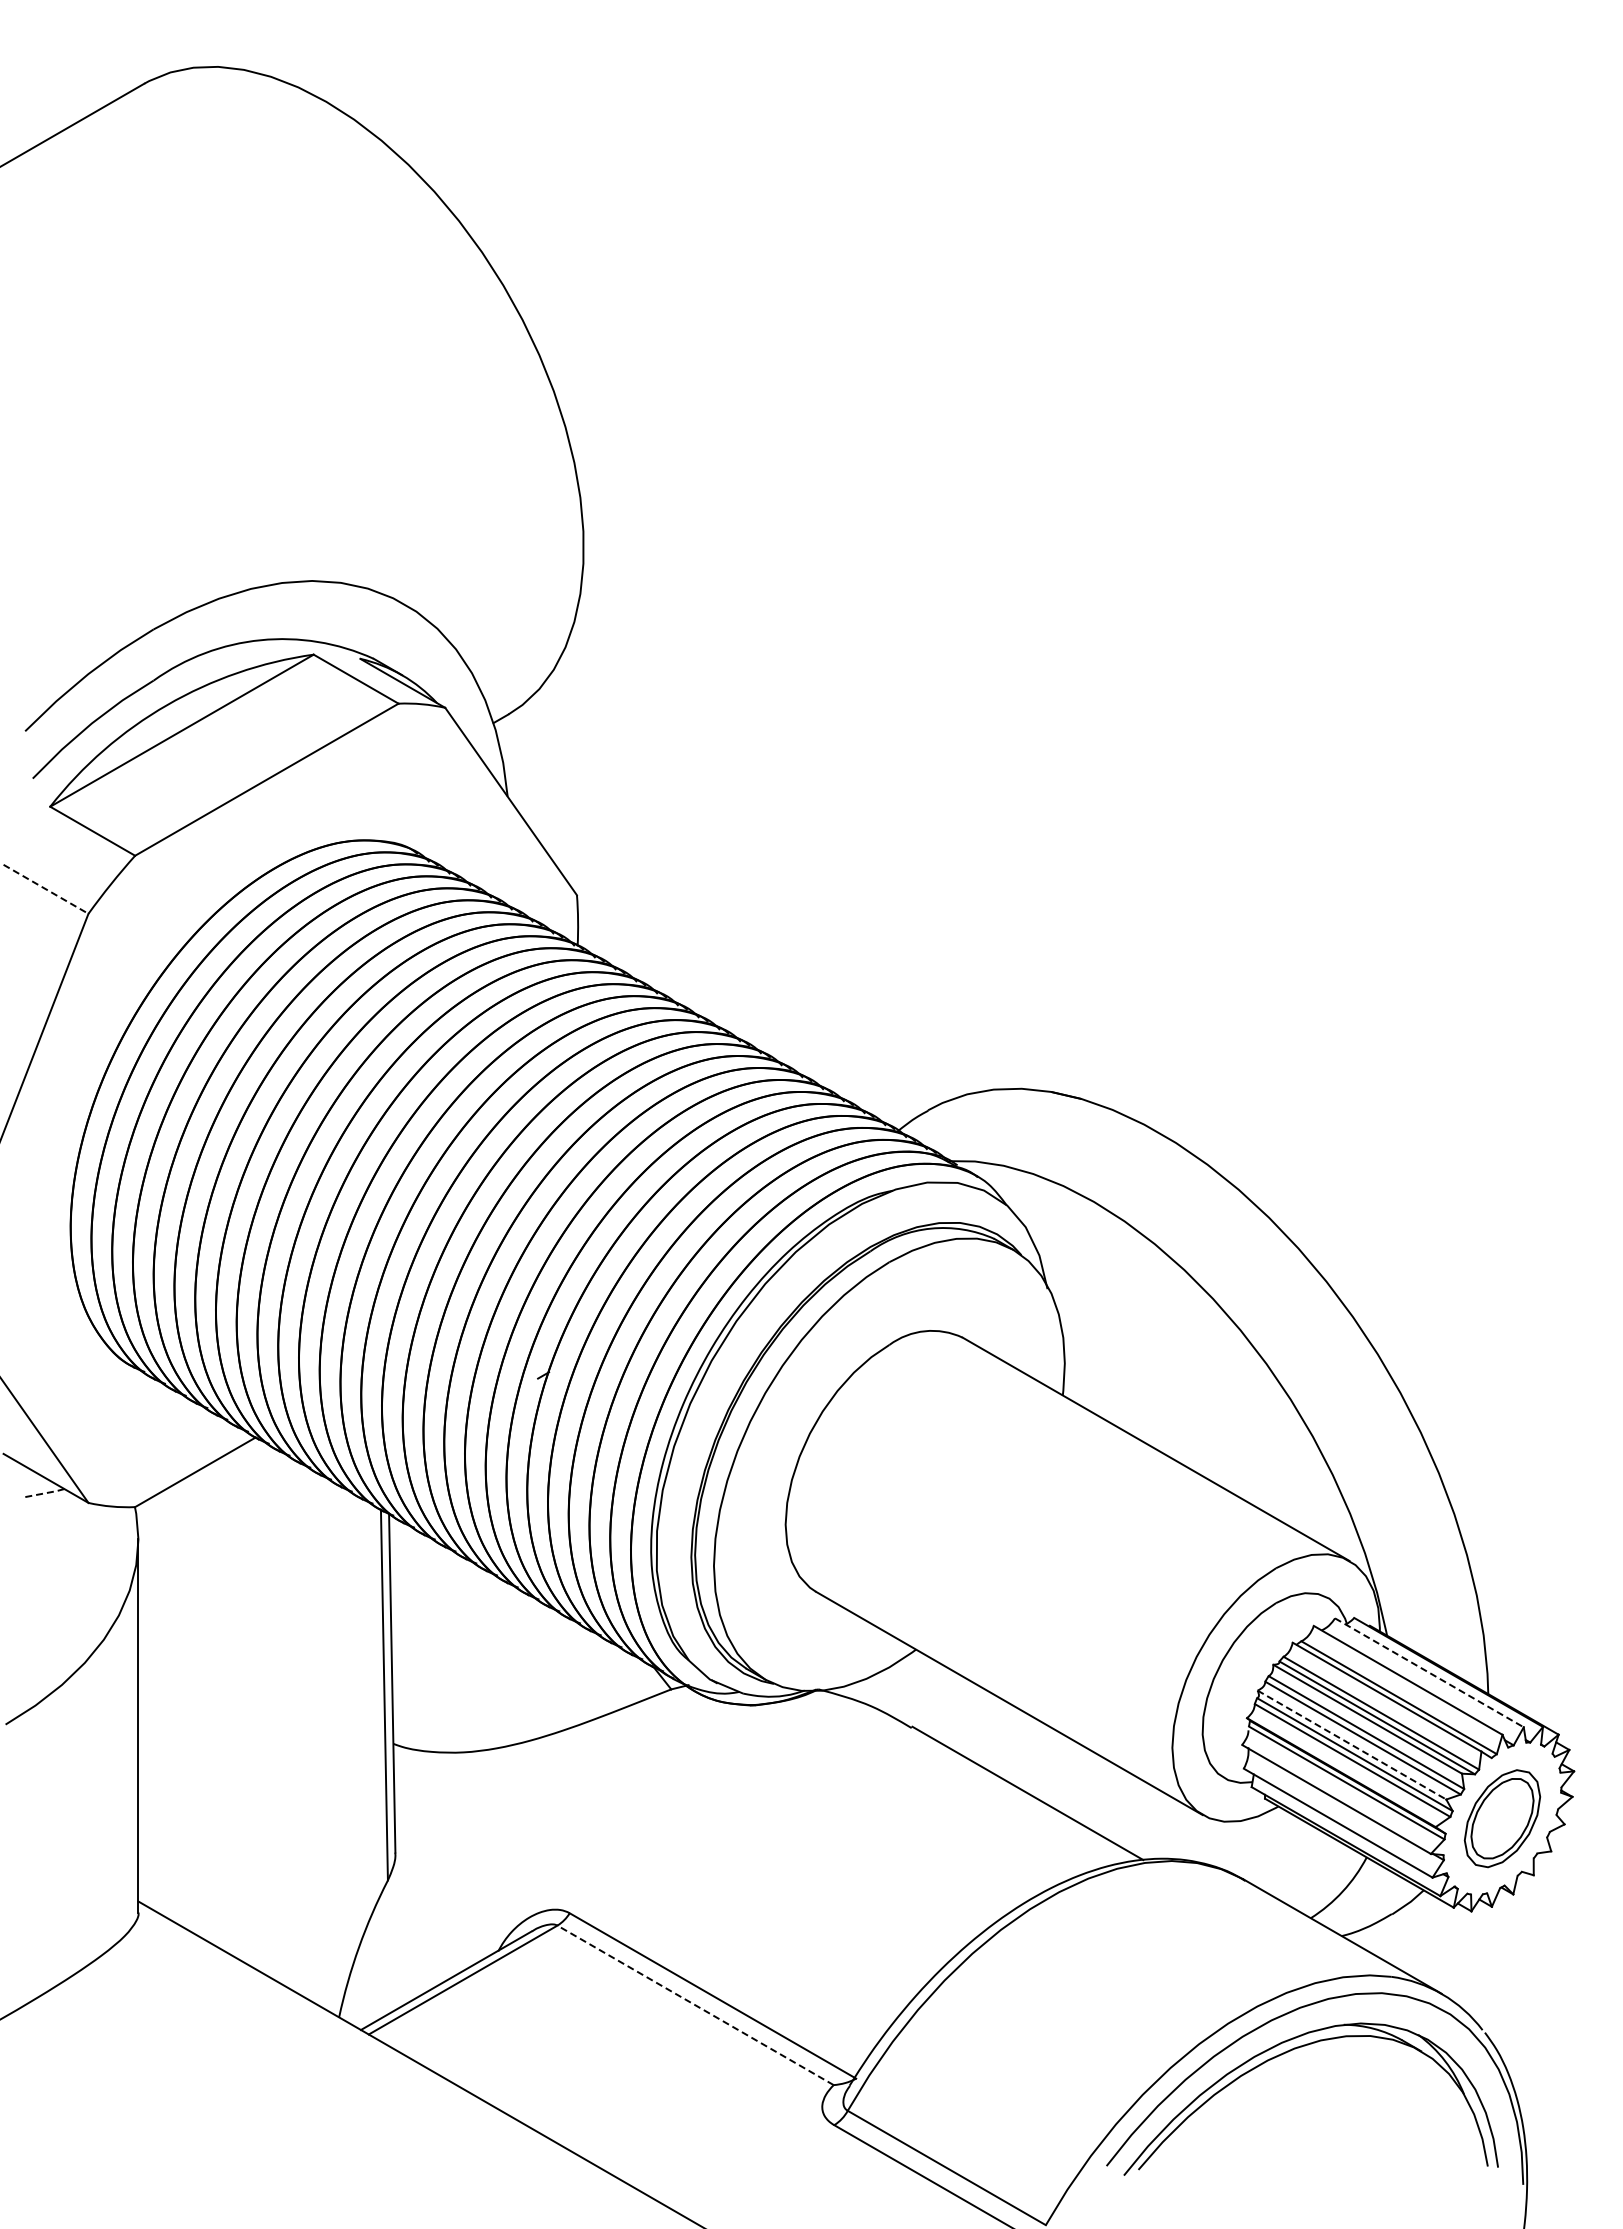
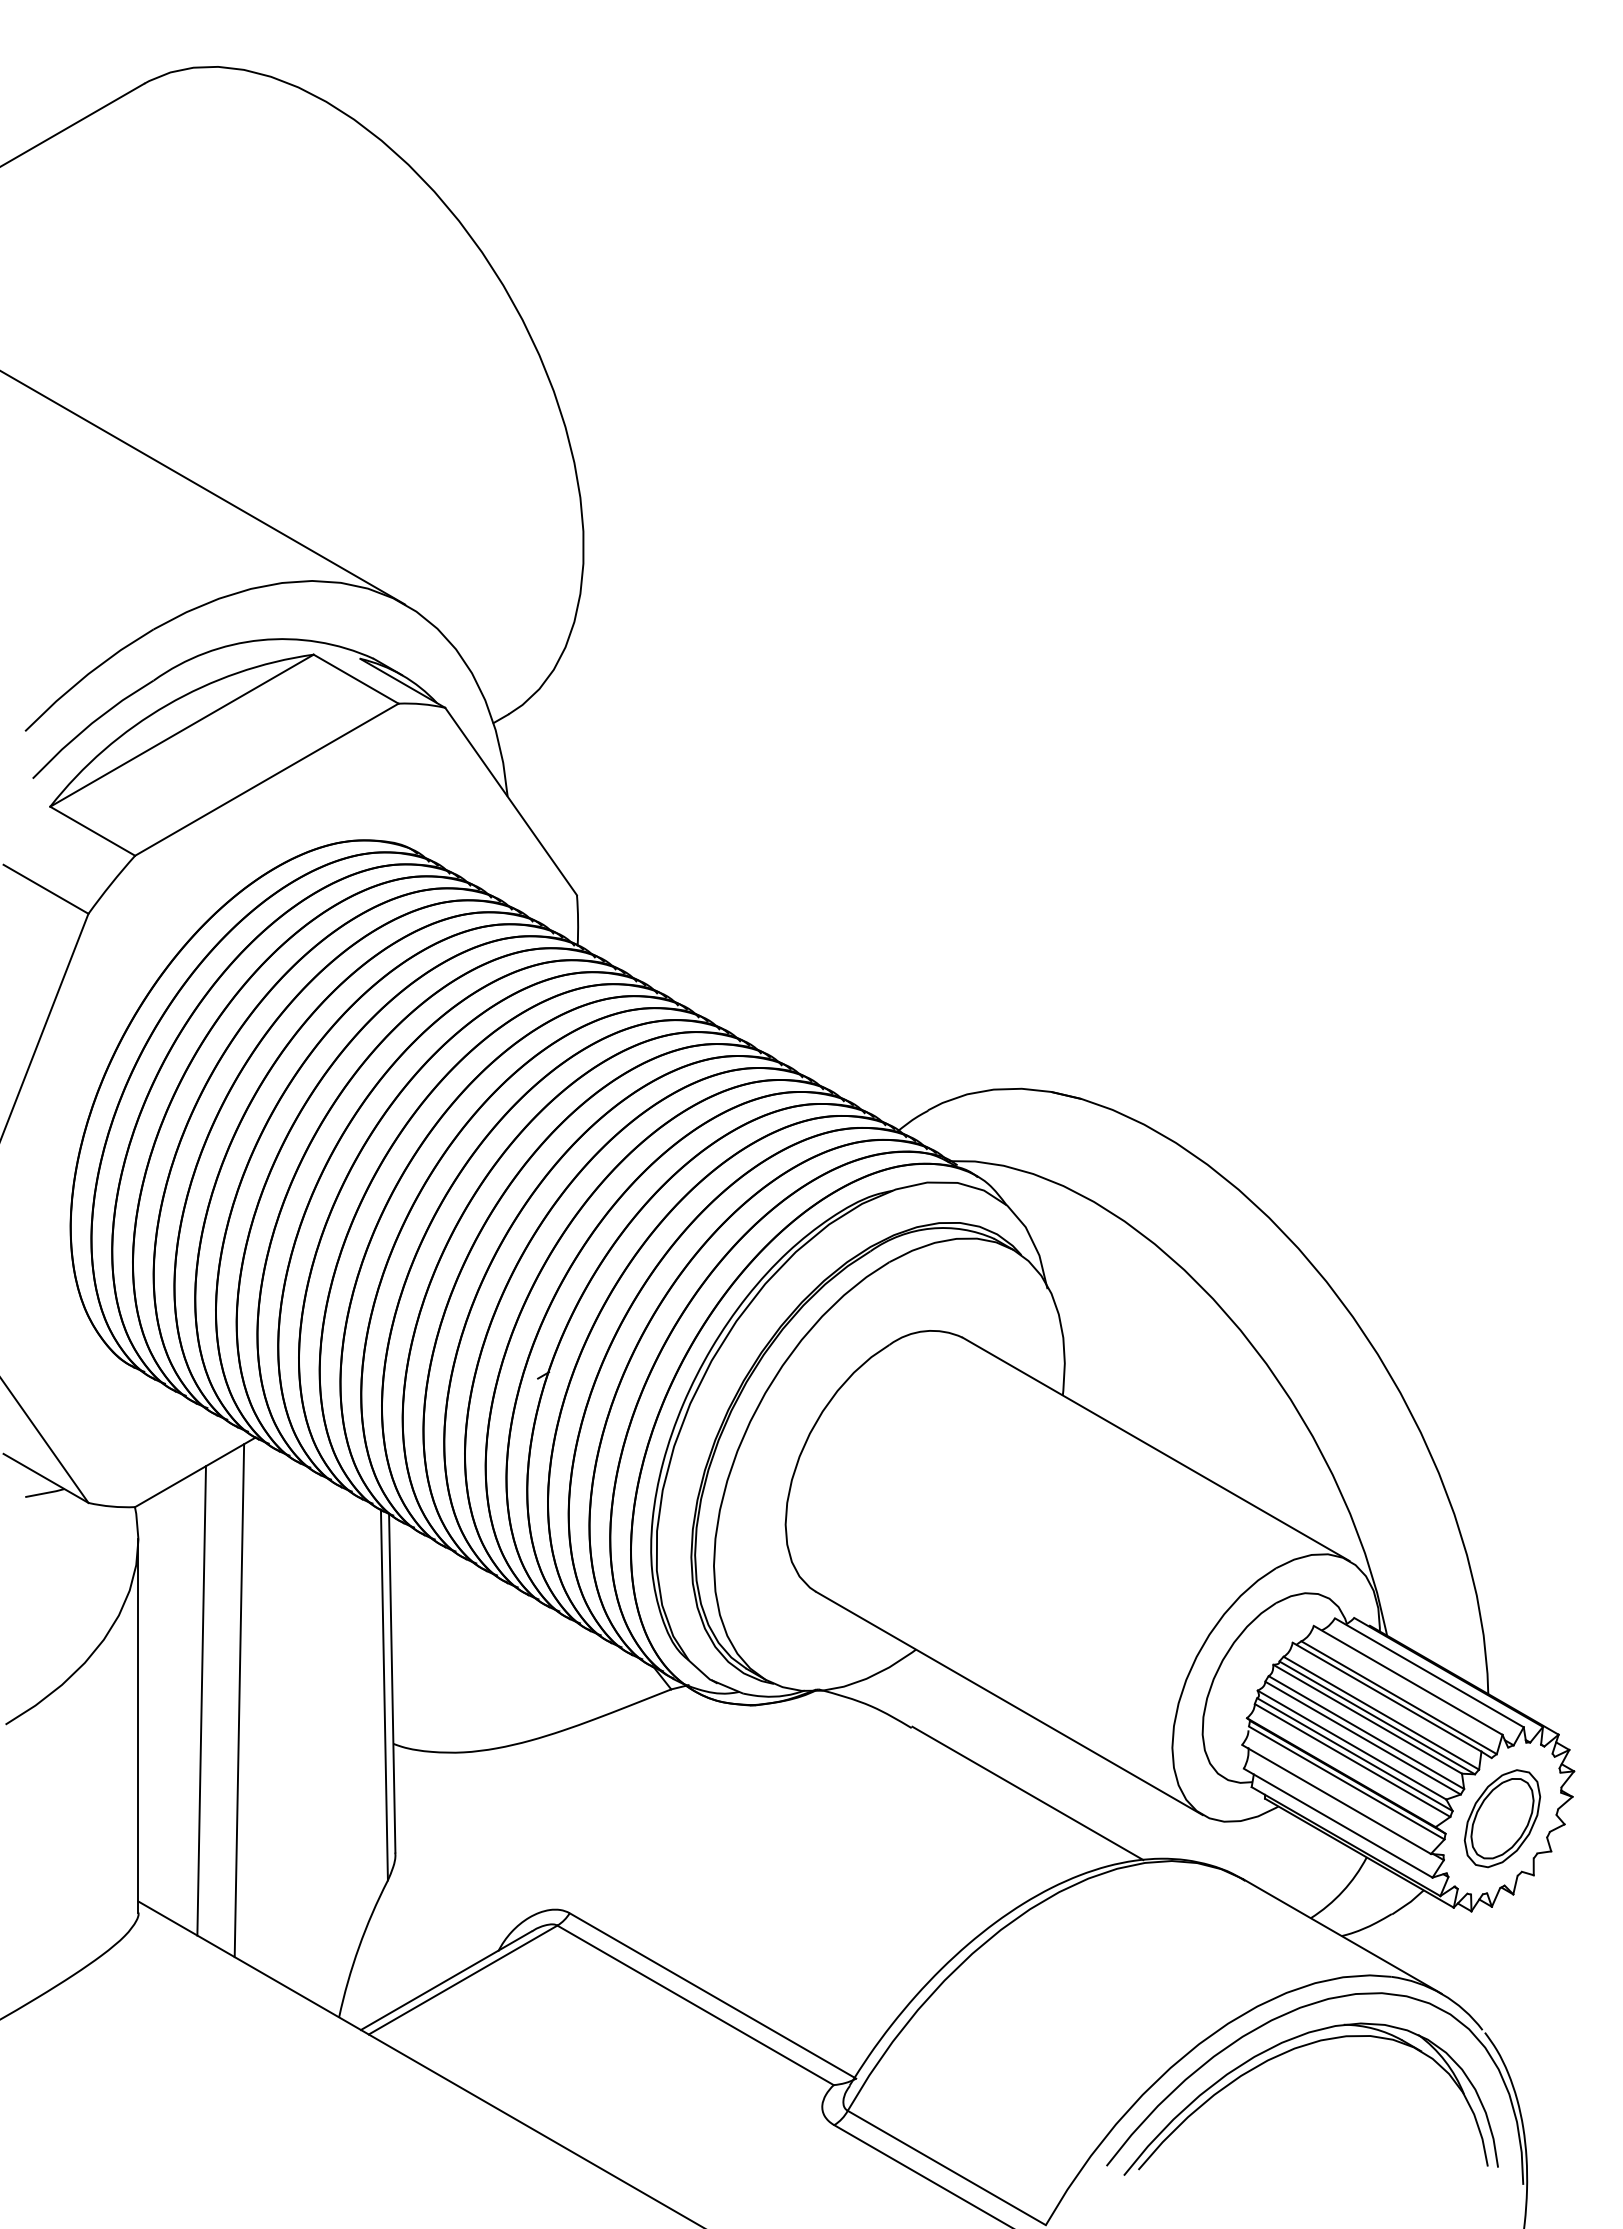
line at (203, 487): none -> present
line at (46, 889): dashed -> solid
line at (45, 1493): dashed -> solid
line at (1429, 1672): dashed -> solid
line at (201, 1700): none -> present
line at (239, 1700): none -> present
line at (1351, 1745): dashed -> solid
line at (695, 2005): dashed -> solid
